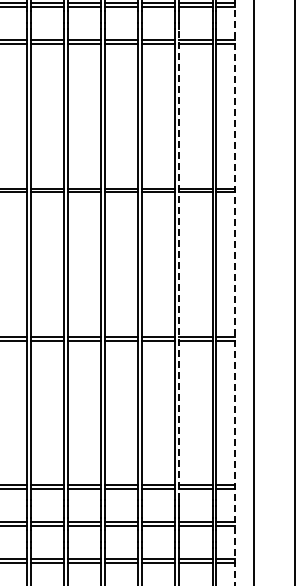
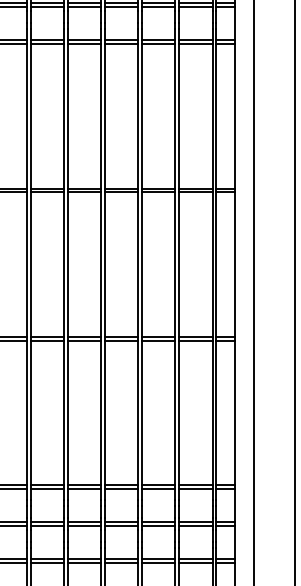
line at (179, 264): dashed -> solid
line at (234, 292): dashed -> solid
